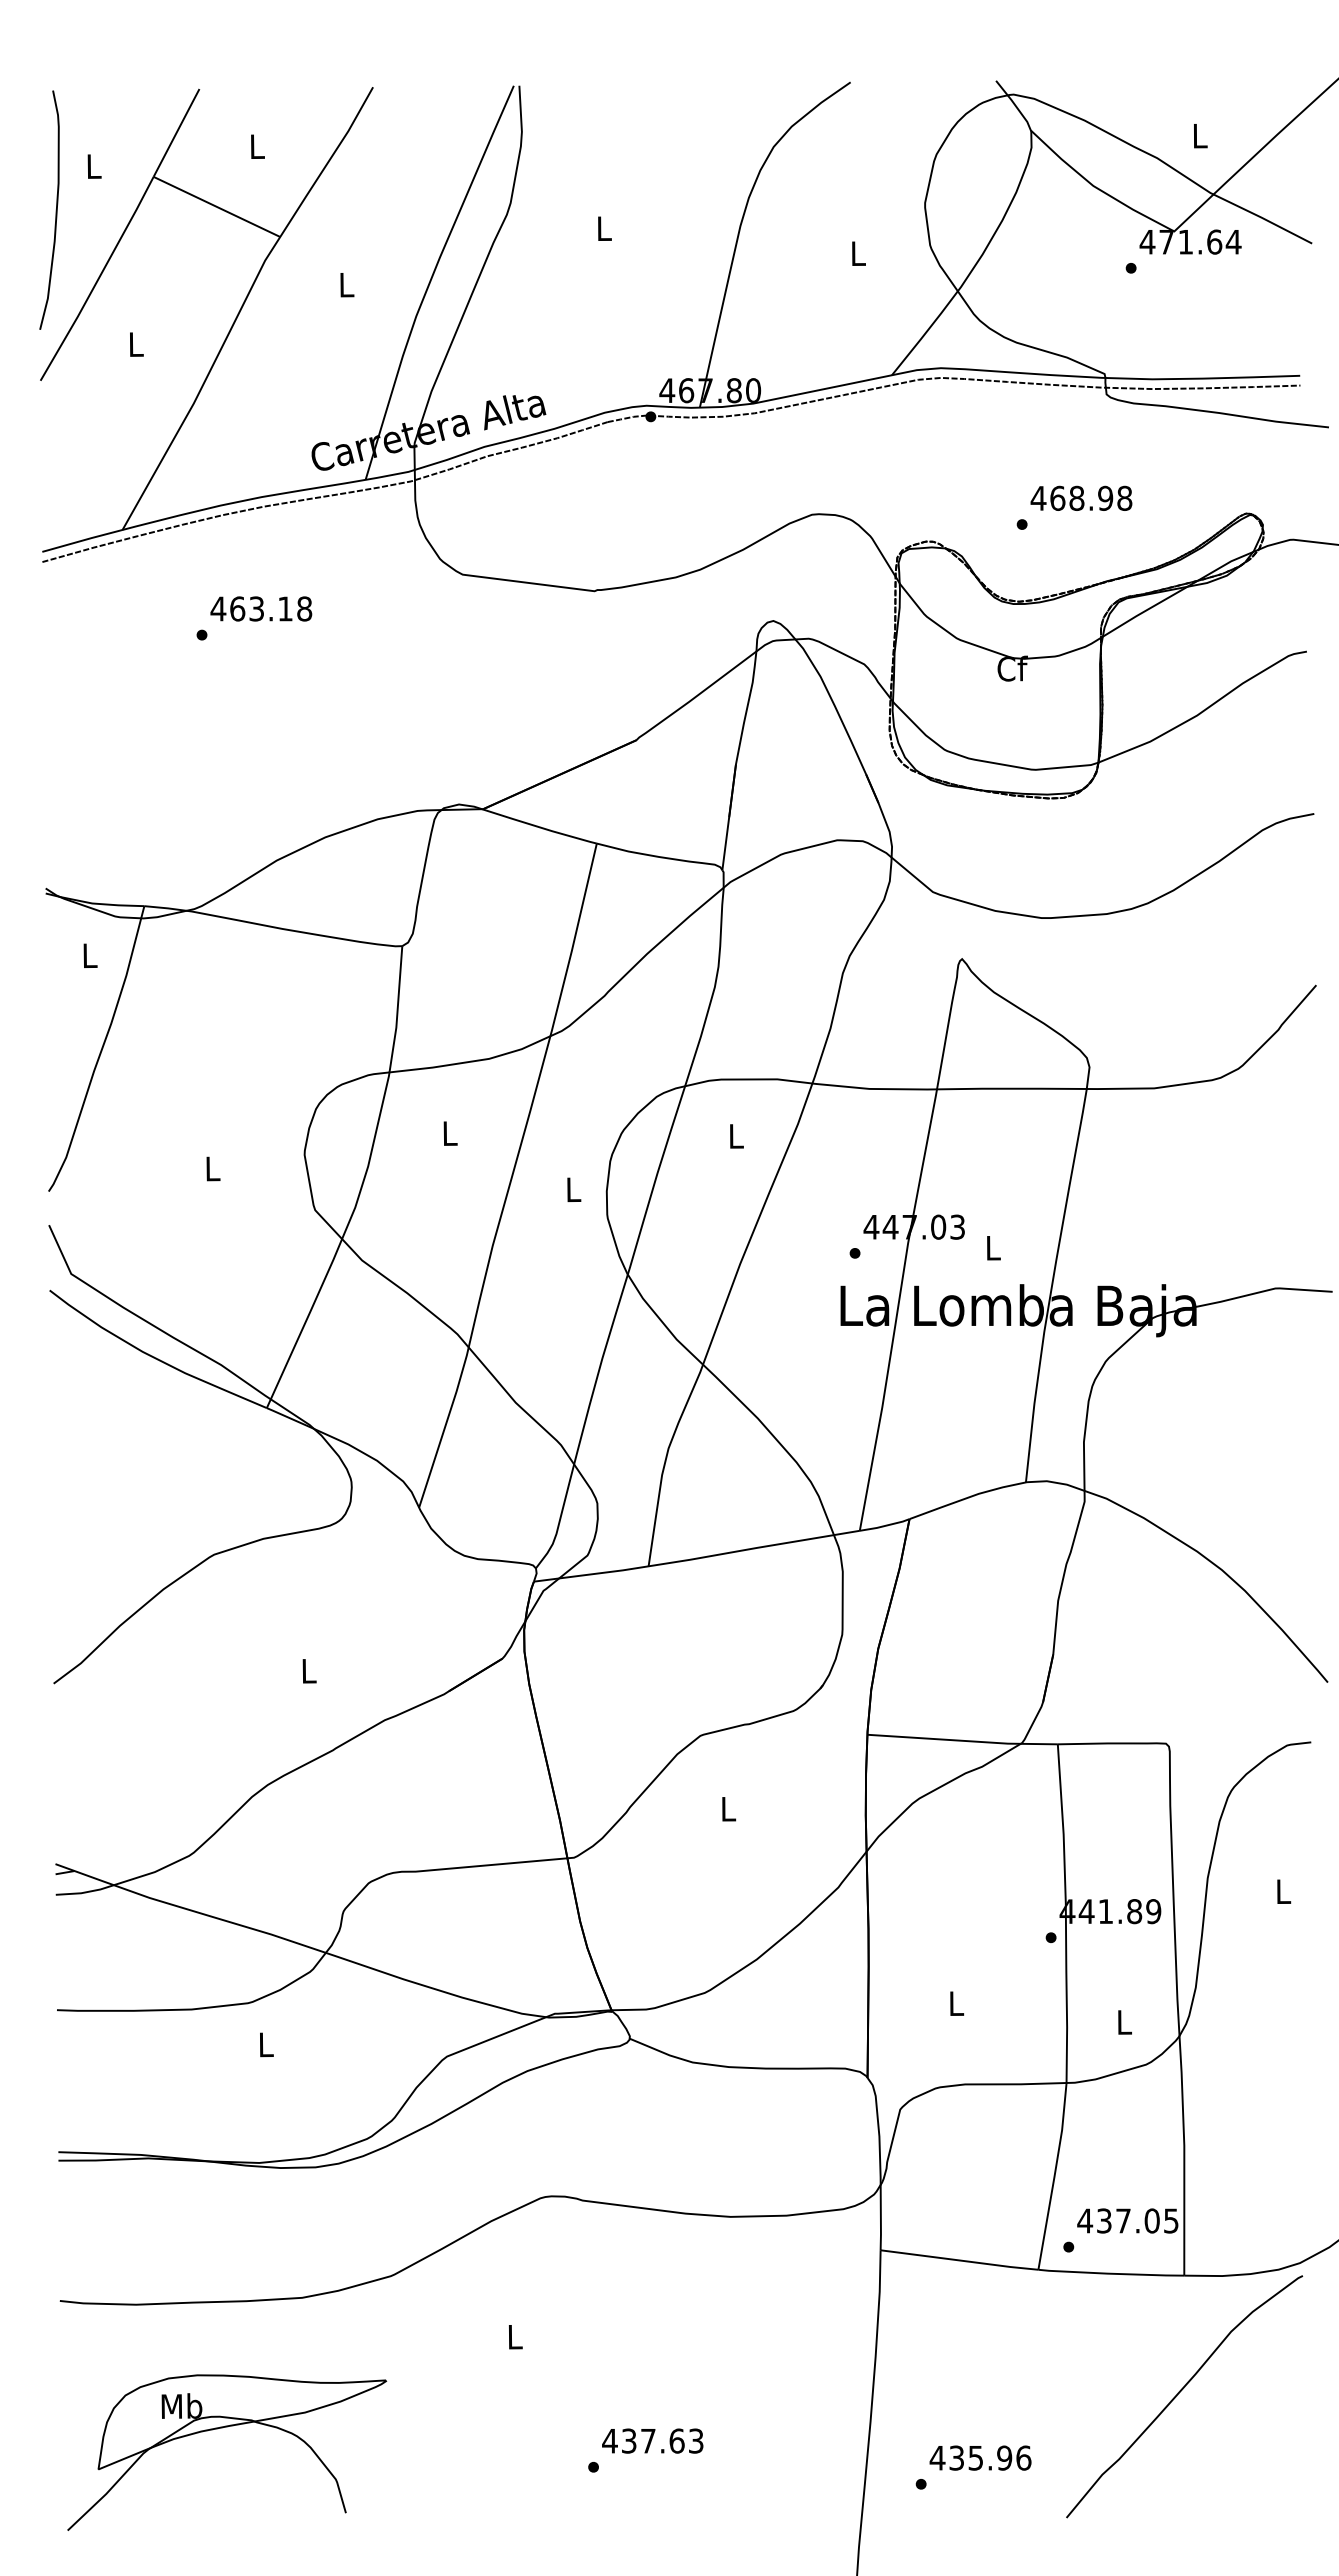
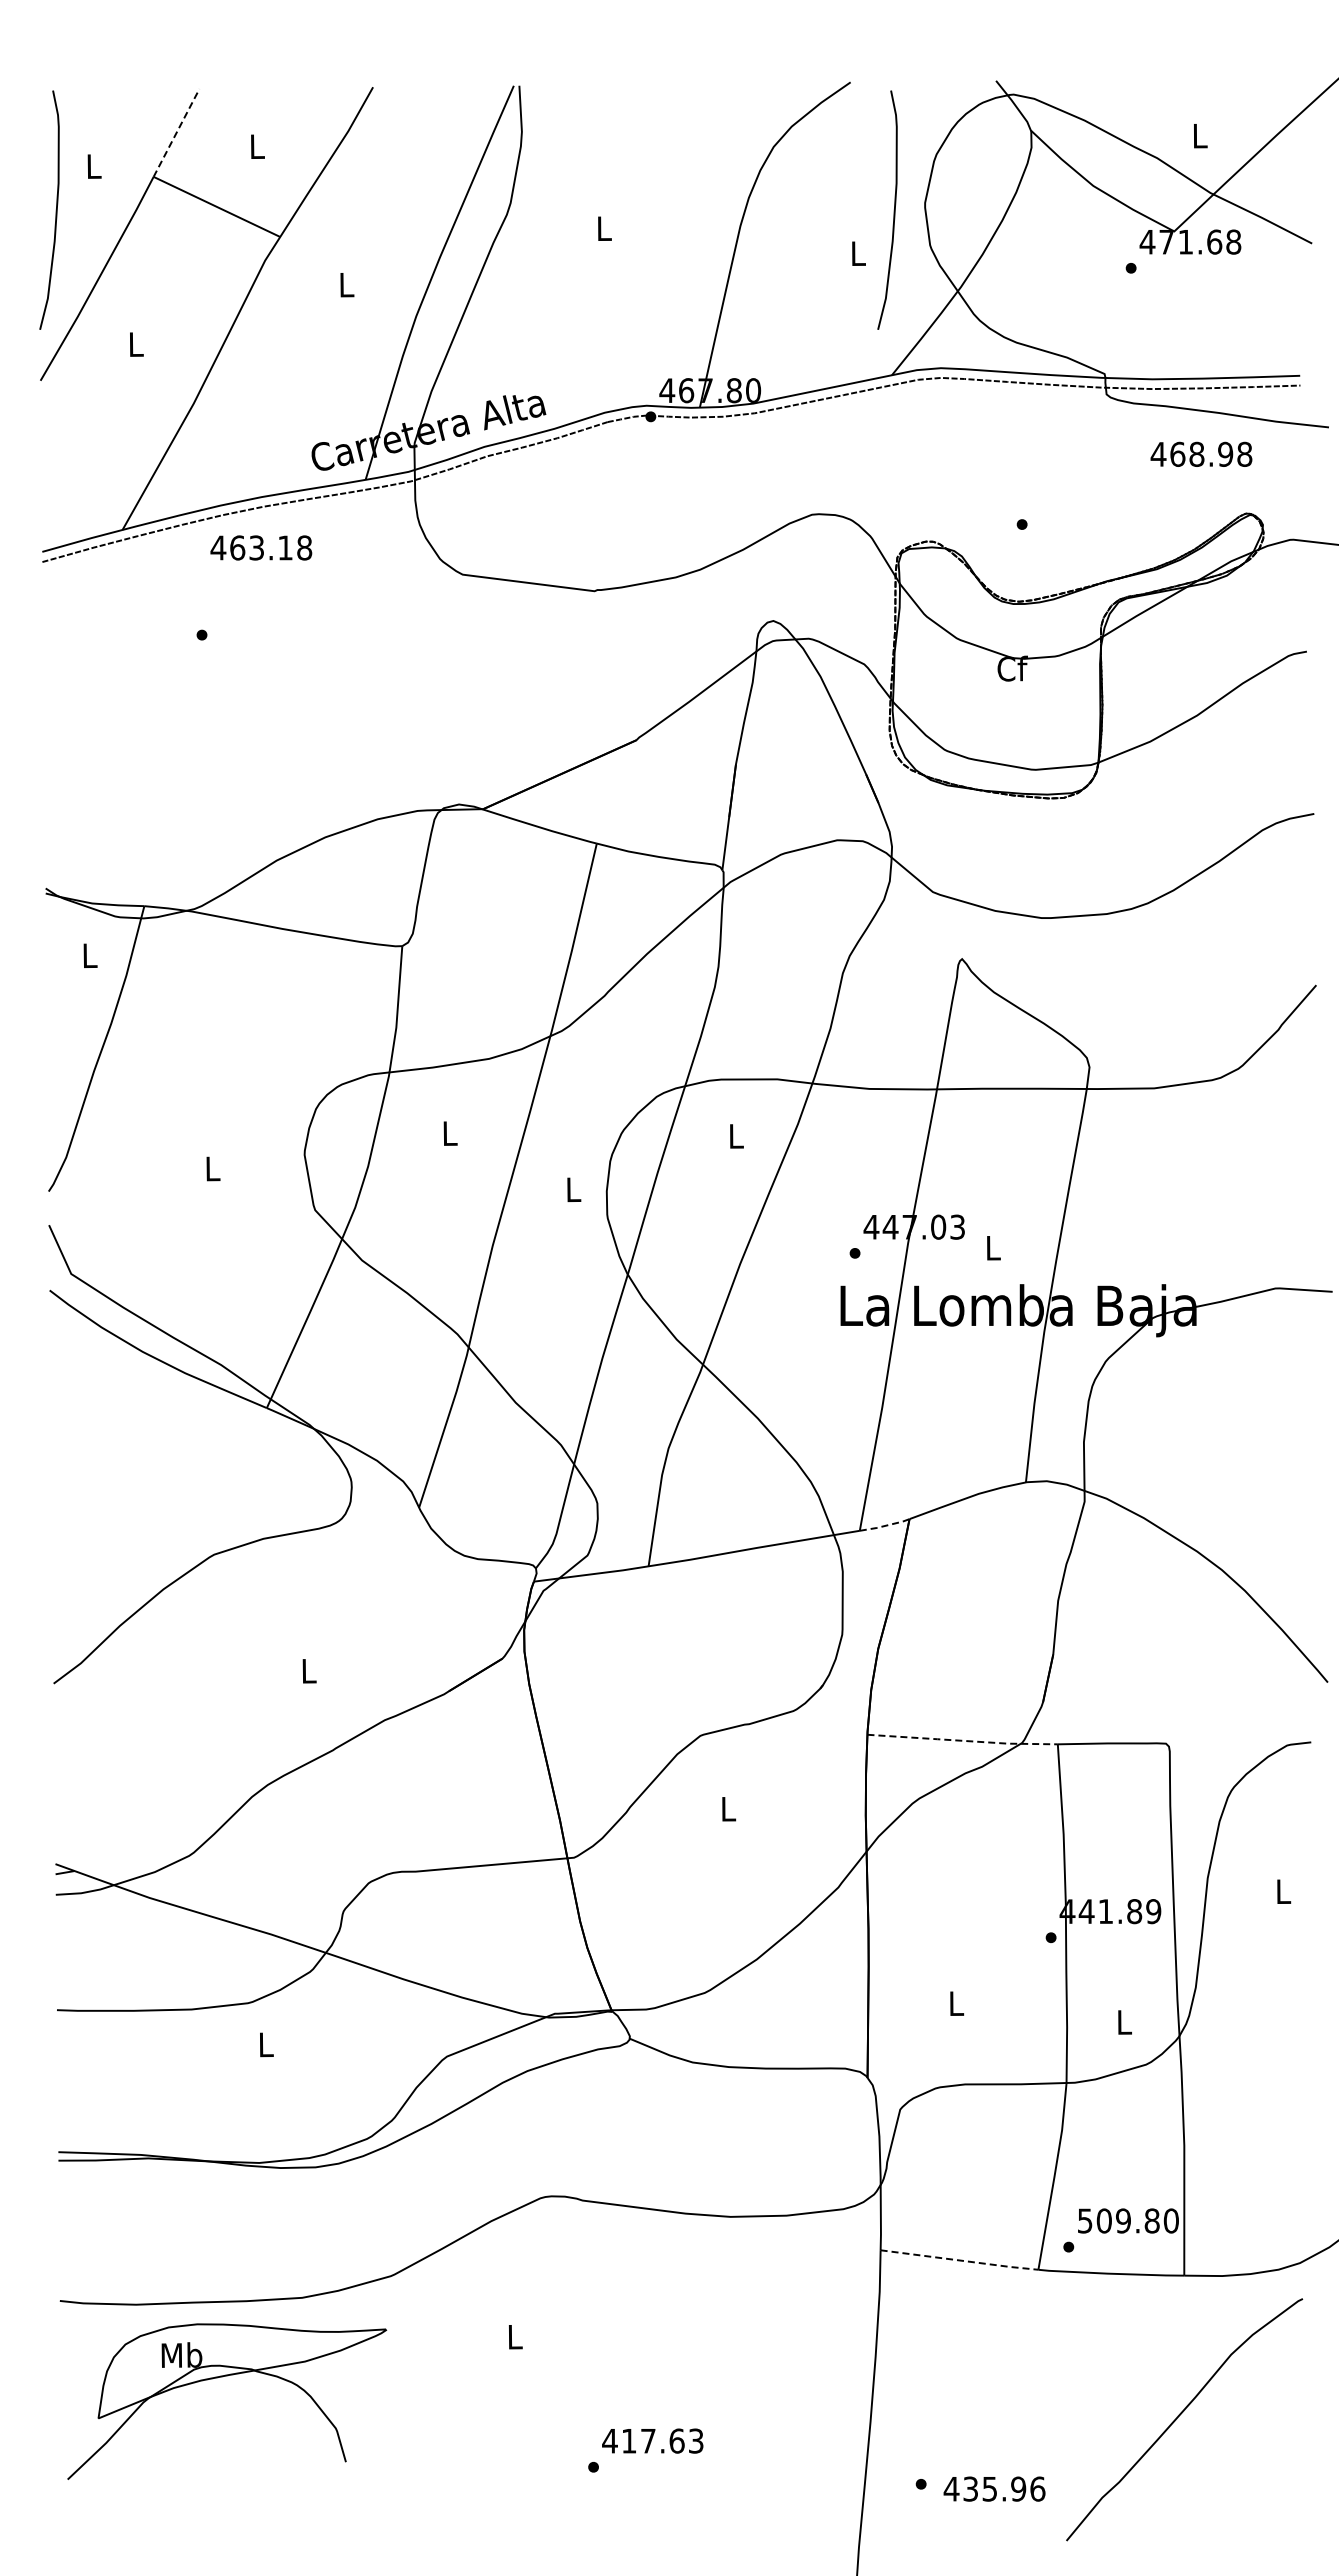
line at (177, 131): solid -> dashed
curve at (893, 210): none -> present
text at (1233, 241): 471.64 -> 471.68
text at (1081, 497) position: (1081, 497) -> (1201, 453)
text at (261, 608) position: (261, 608) -> (261, 547)
line at (885, 1525): solid -> dashed
line at (962, 1740): solid -> dashed
text at (1127, 2220): 437.05 -> 509.80
line at (960, 2260): solid -> dashed
curve at (1180, 2392) position: (1180, 2392) -> (1180, 2415)
part at (222, 2428) position: (222, 2428) -> (222, 2377)
text at (629, 2440): 437.63 -> 417.63
text at (980, 2457) position: (980, 2457) -> (994, 2488)
